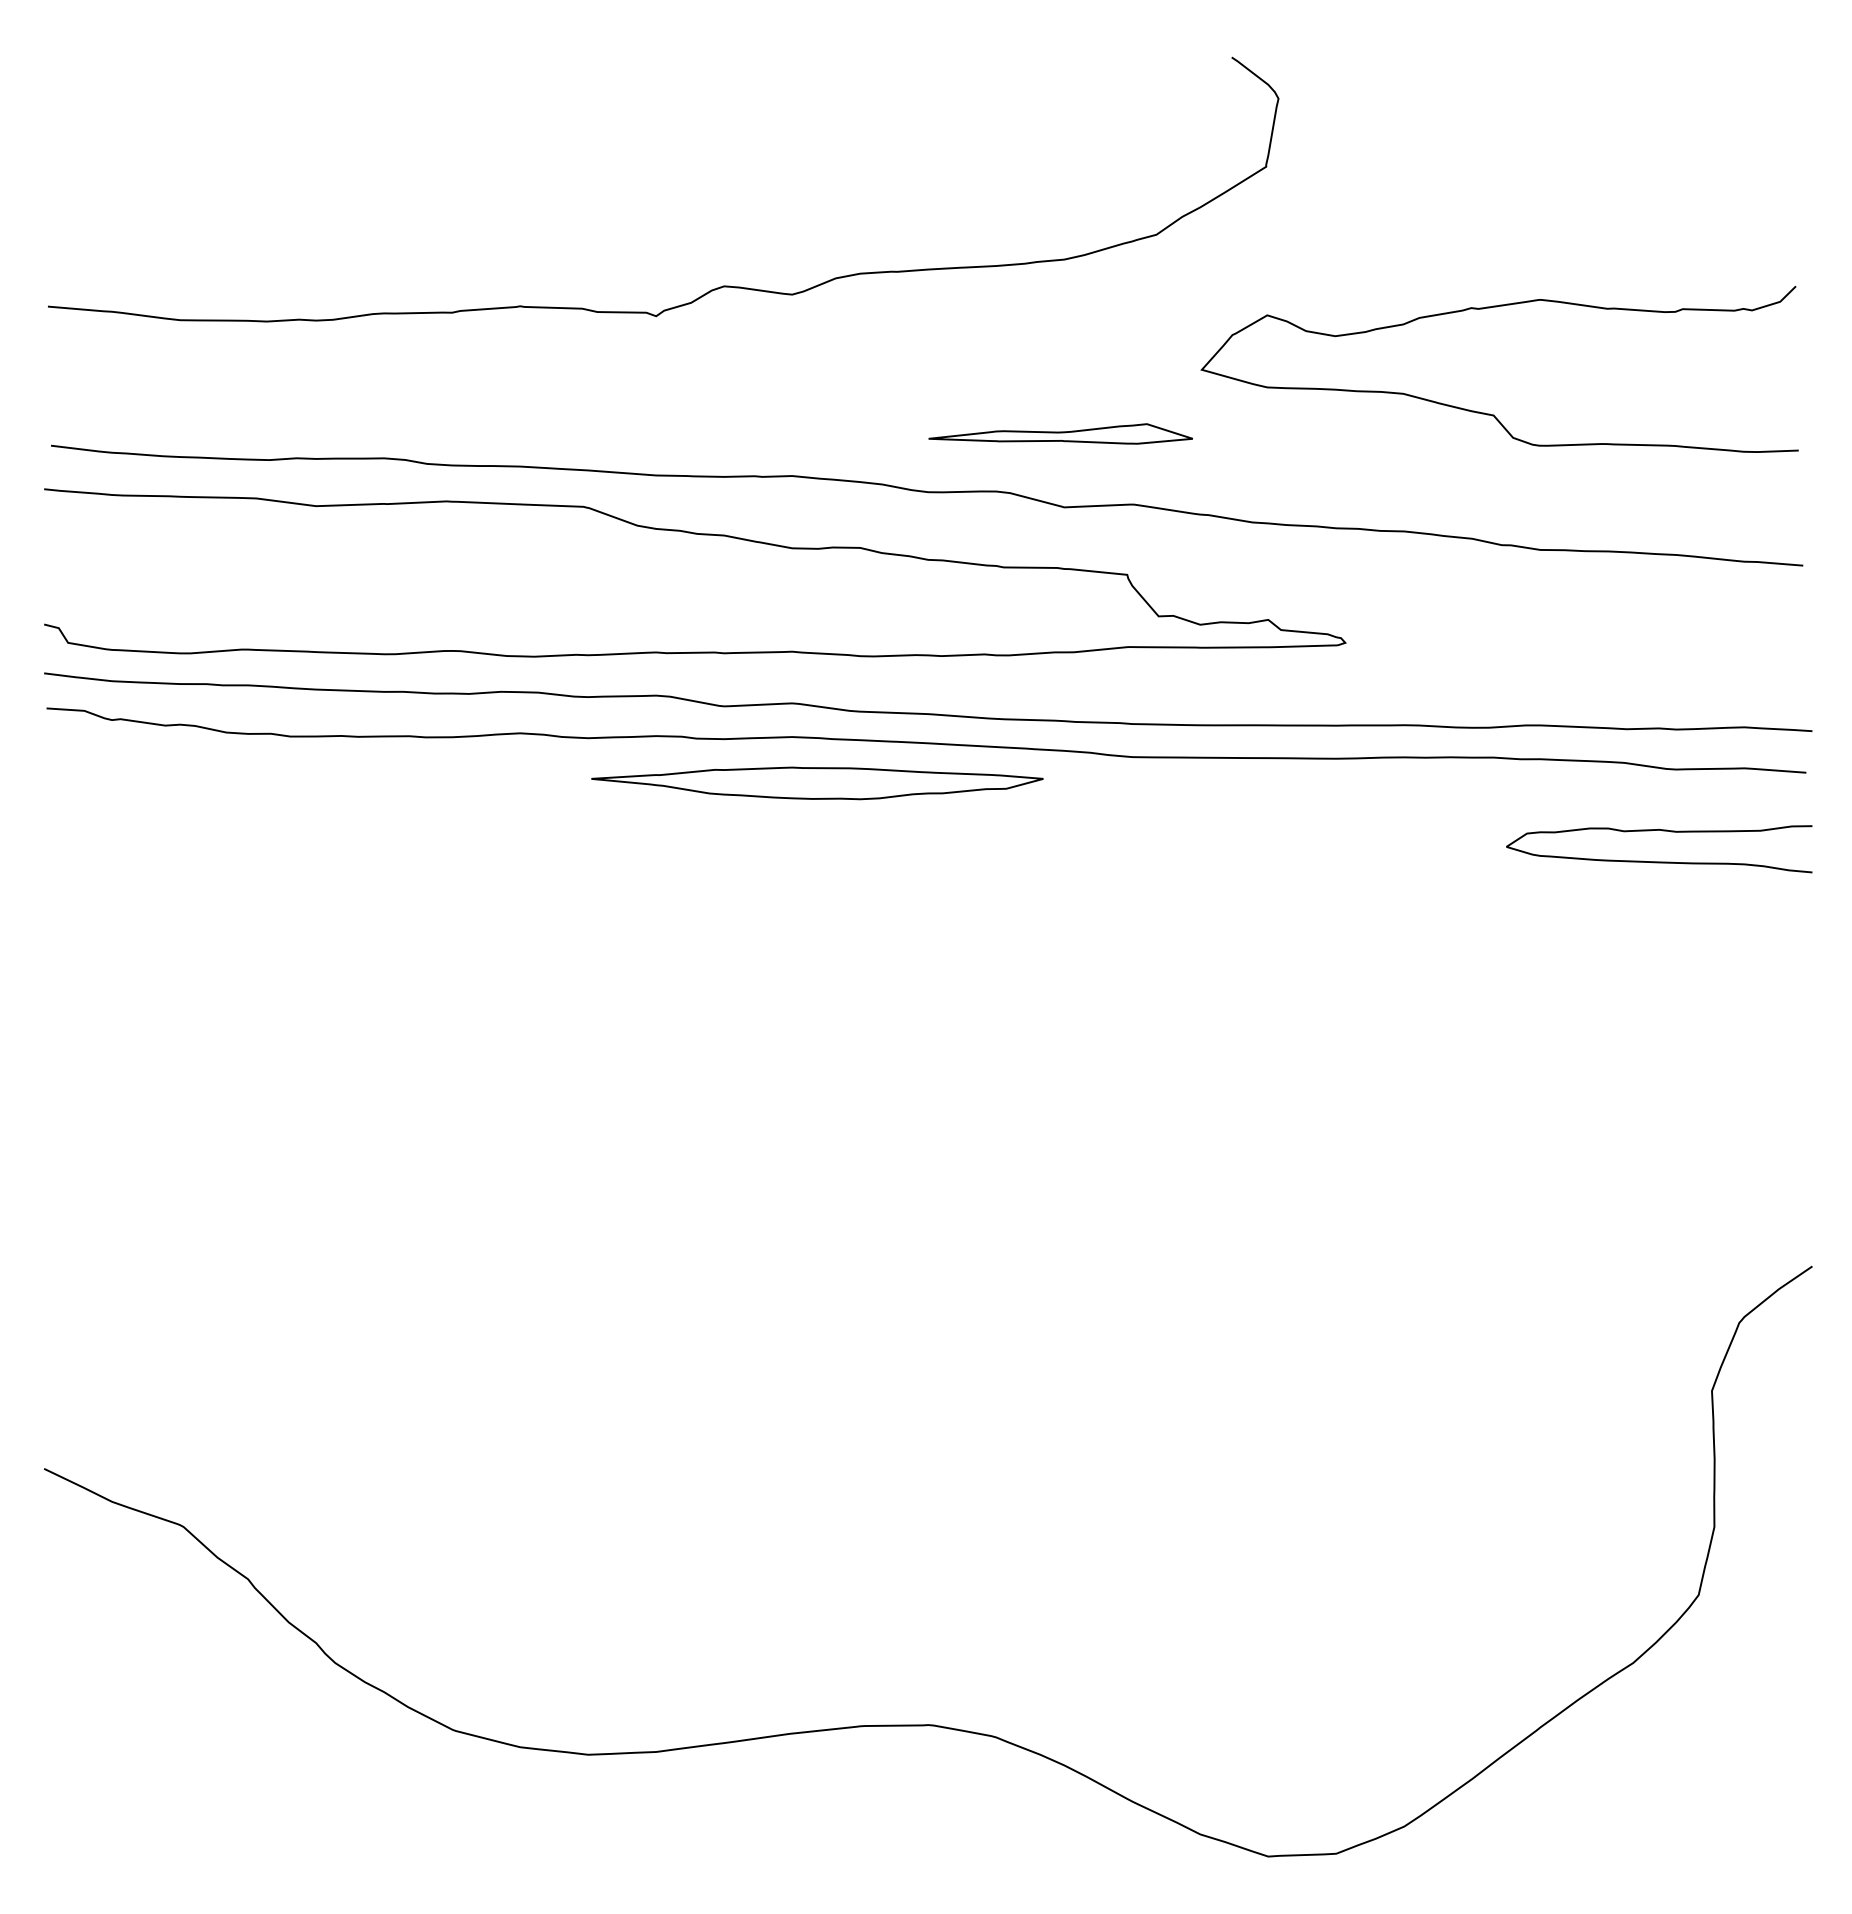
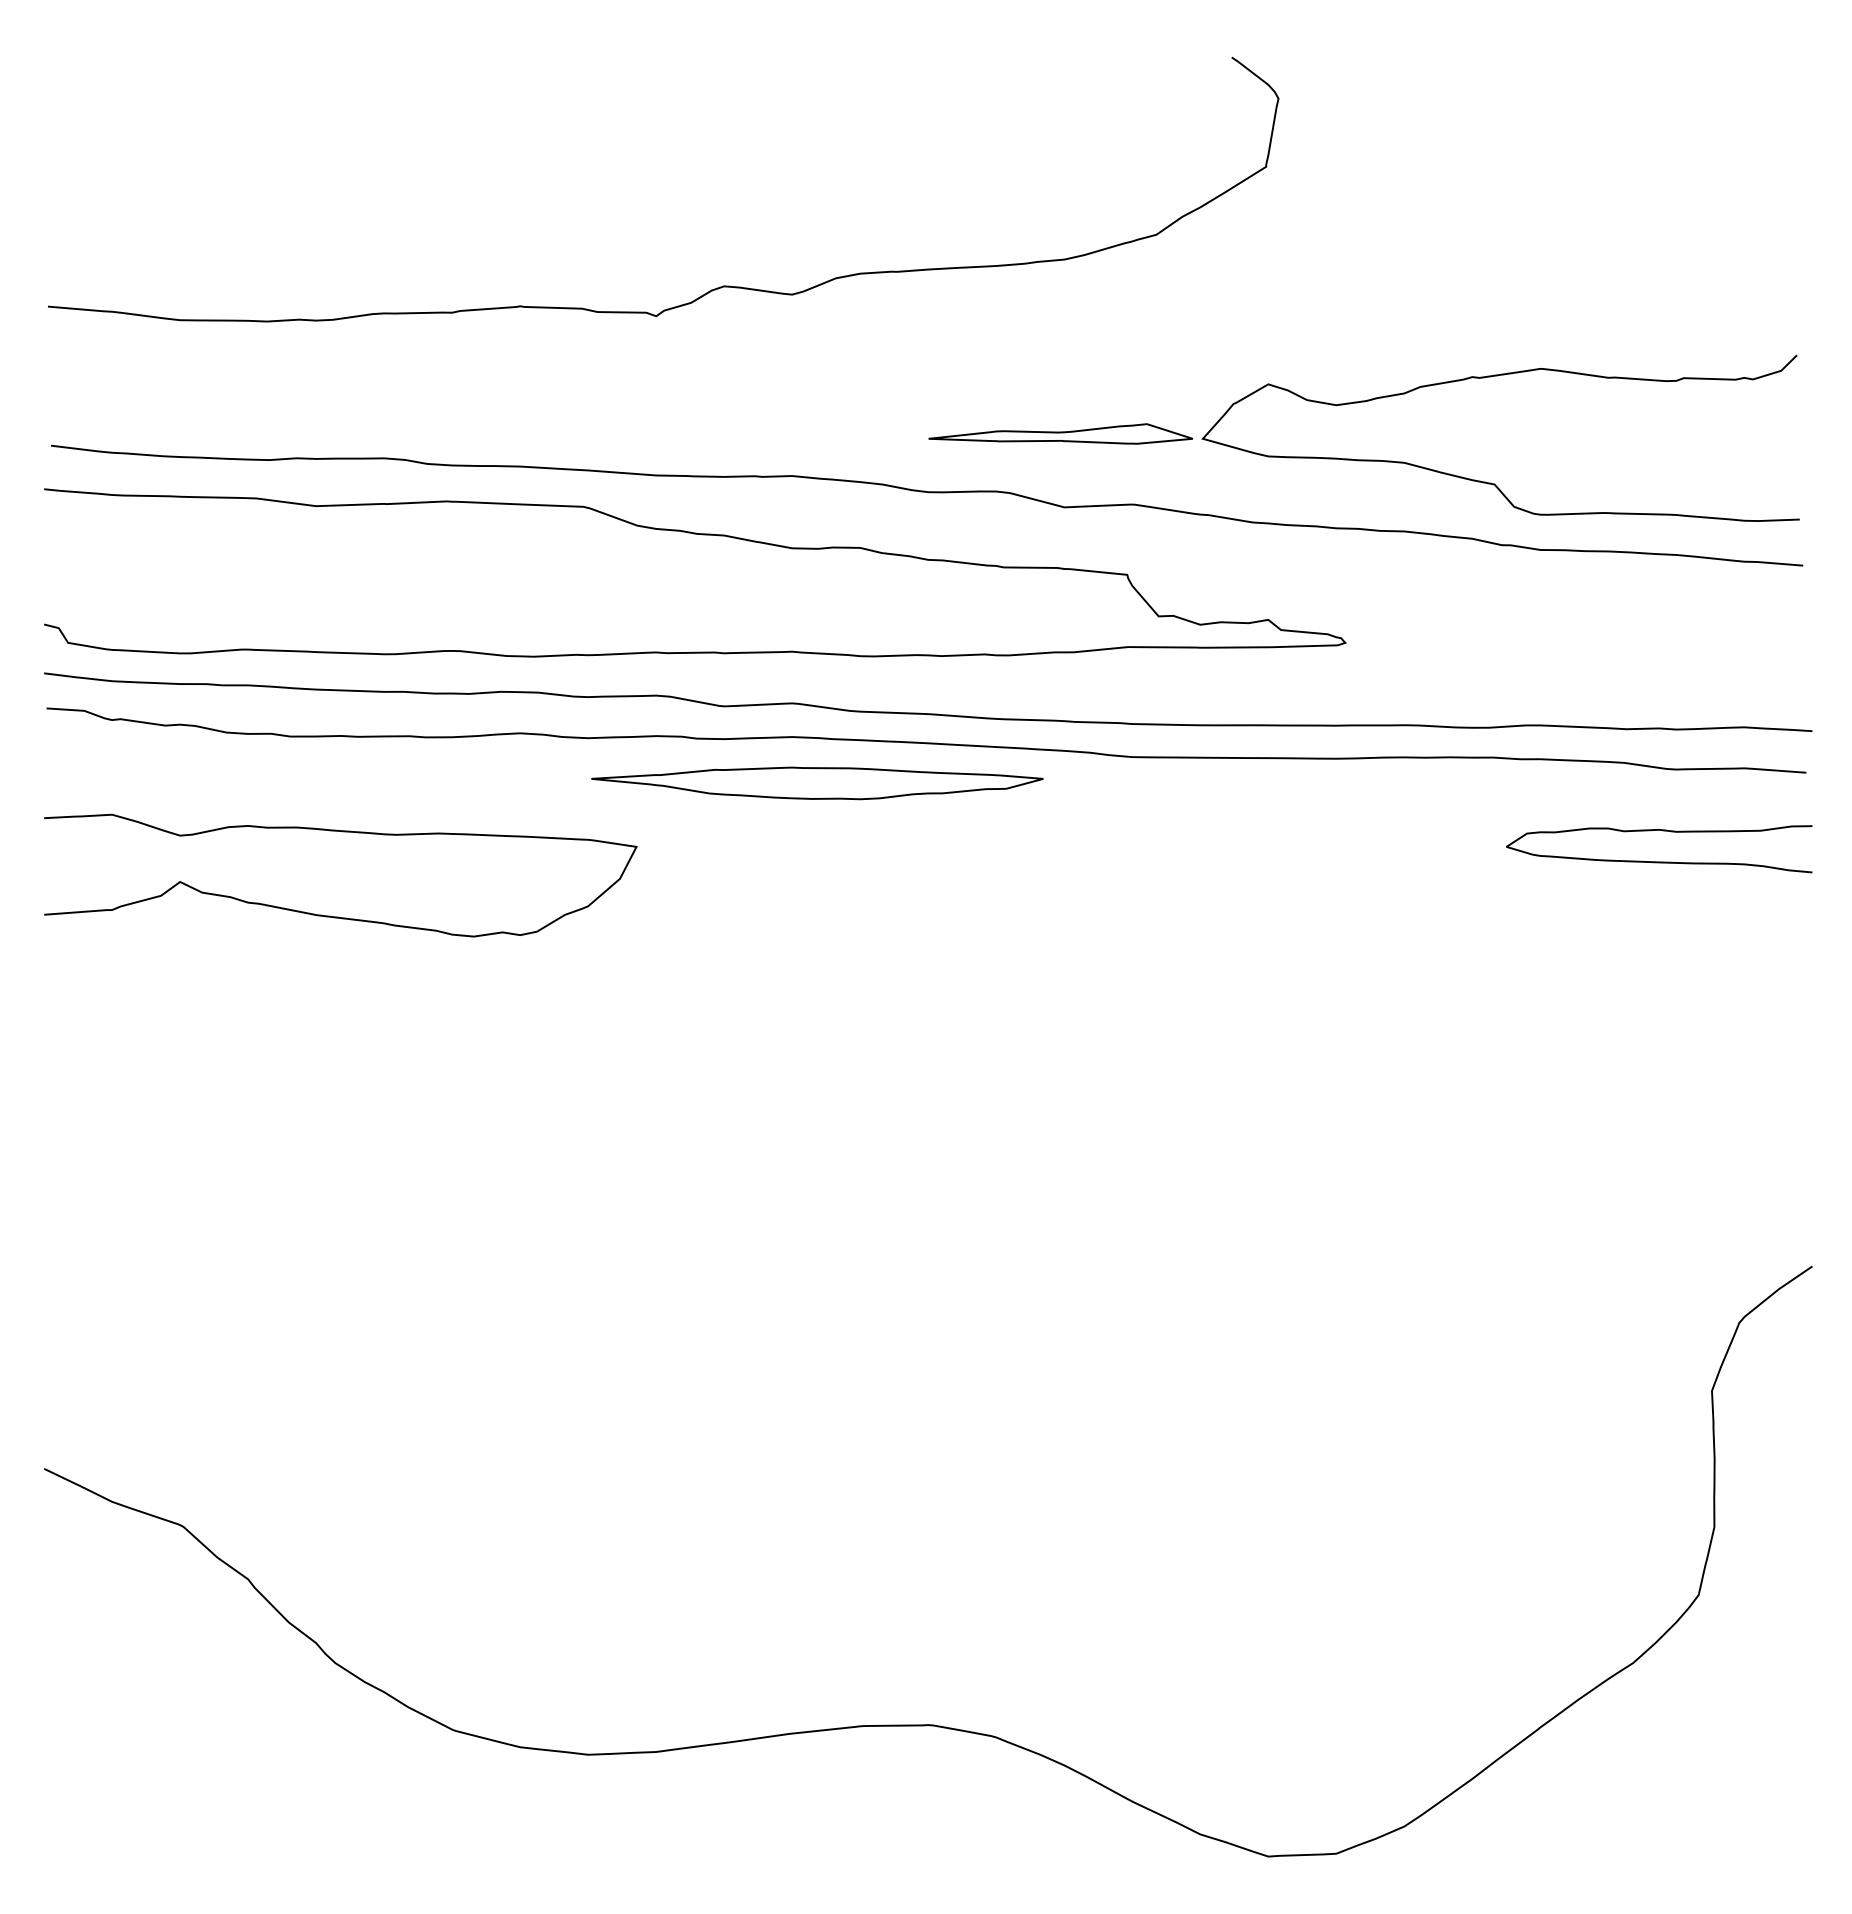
curve at (1489, 413) position: (1489, 413) -> (1490, 482)
curve at (338, 916): none -> present
